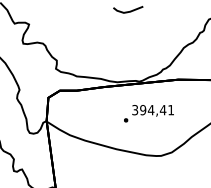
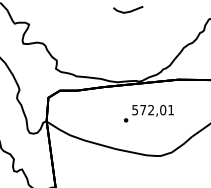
text at (149, 110): 394,41 -> 572,01
